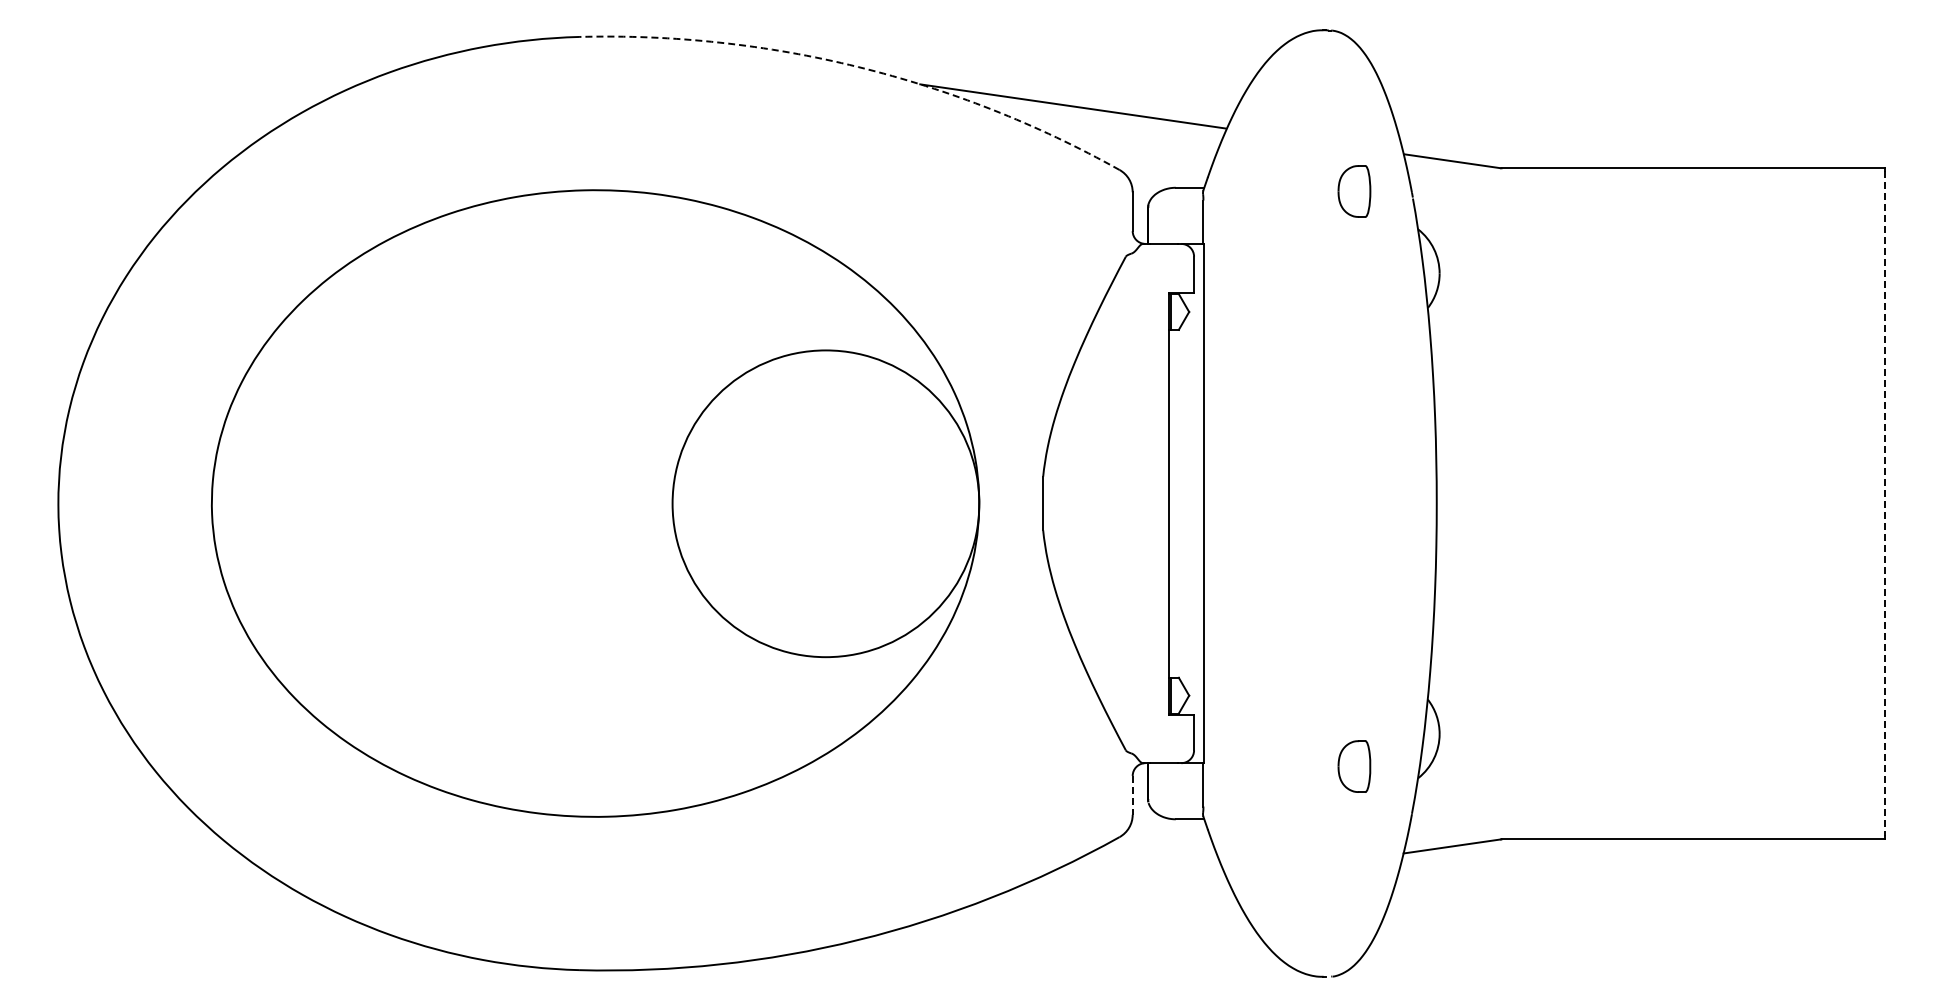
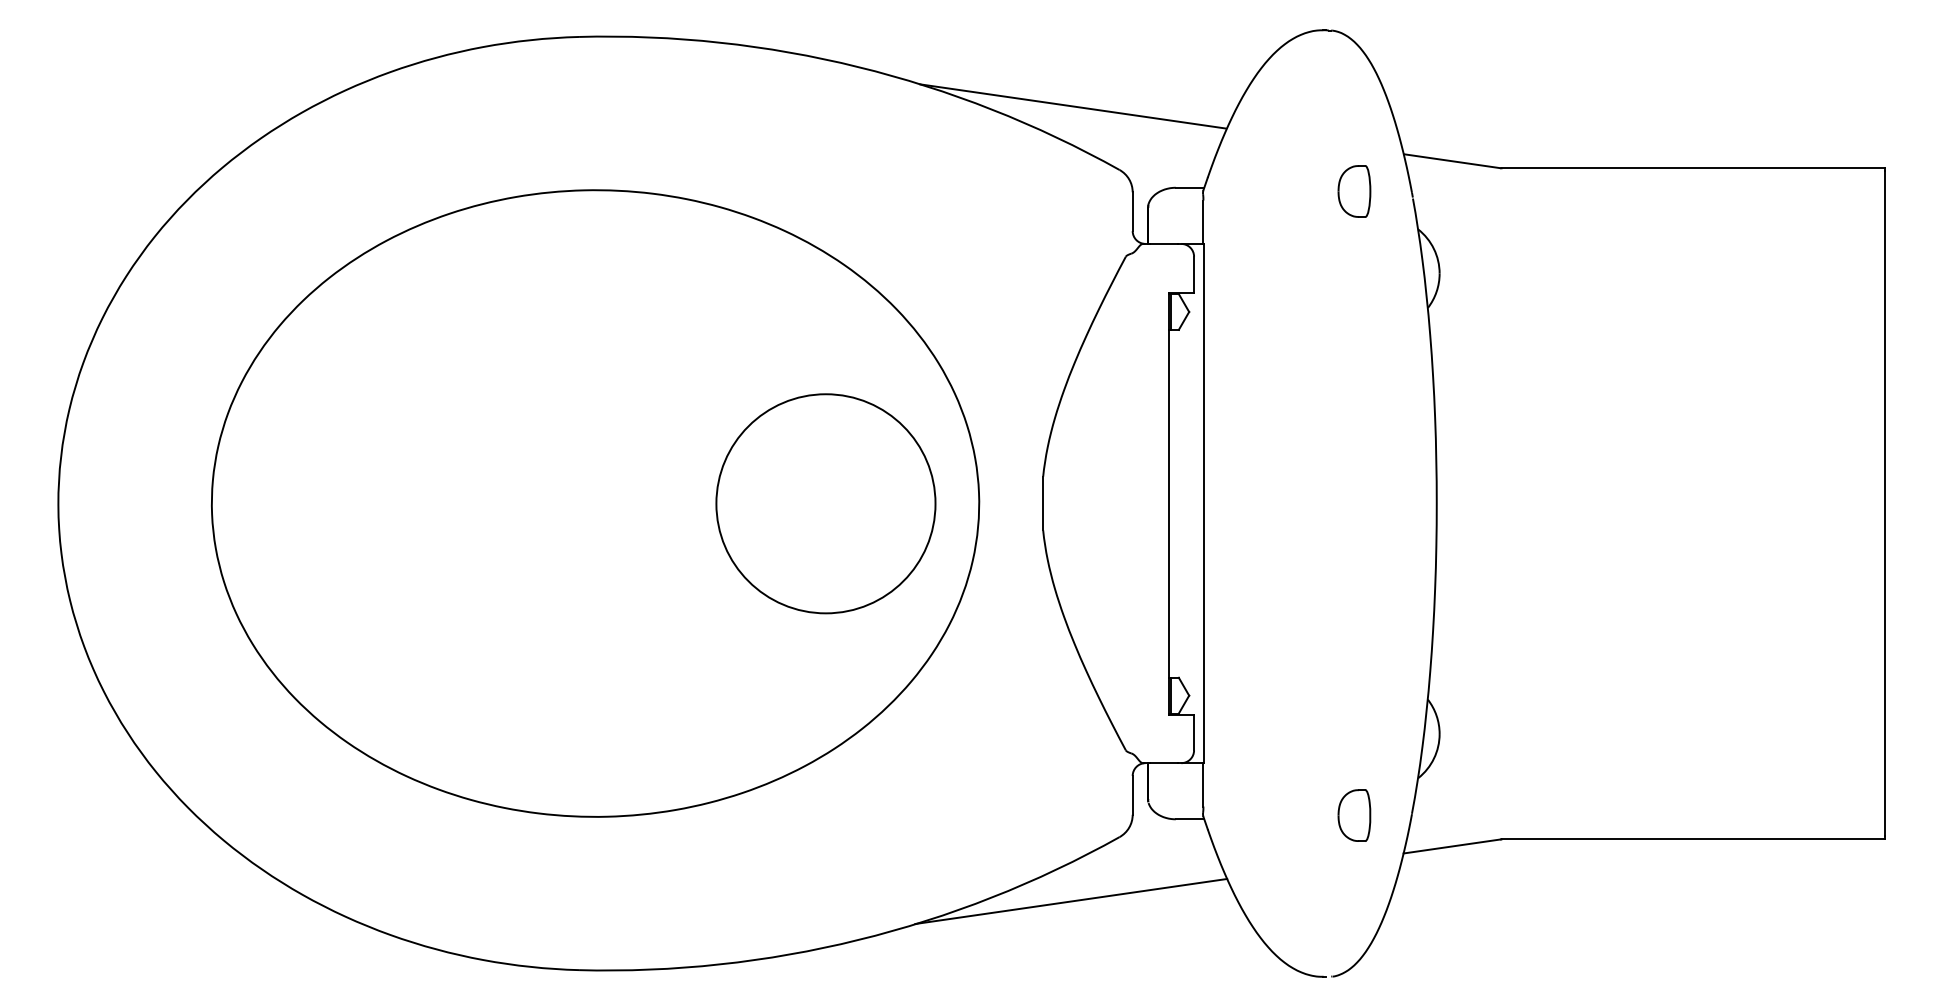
arc at (858, 67): dashed -> solid
circle at (825, 503) diameter: 307 px -> 219 px
line at (1884, 503): dashed -> solid
part at (1354, 766) position: (1354, 766) -> (1354, 815)
line at (1132, 795): dashed -> solid
line at (1071, 901): none -> present
